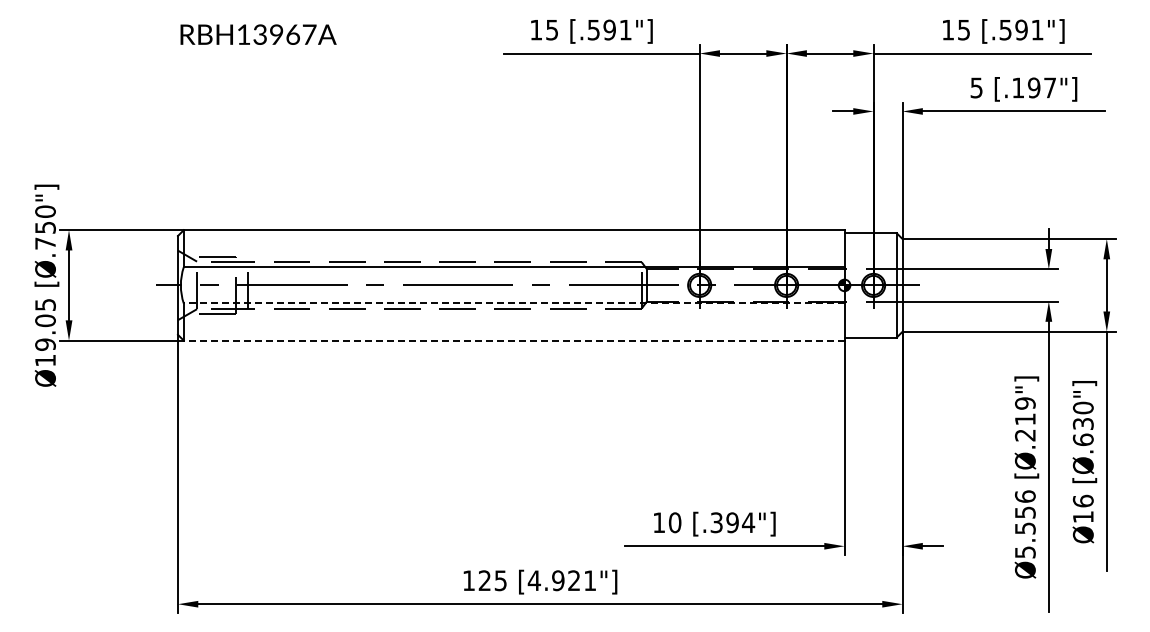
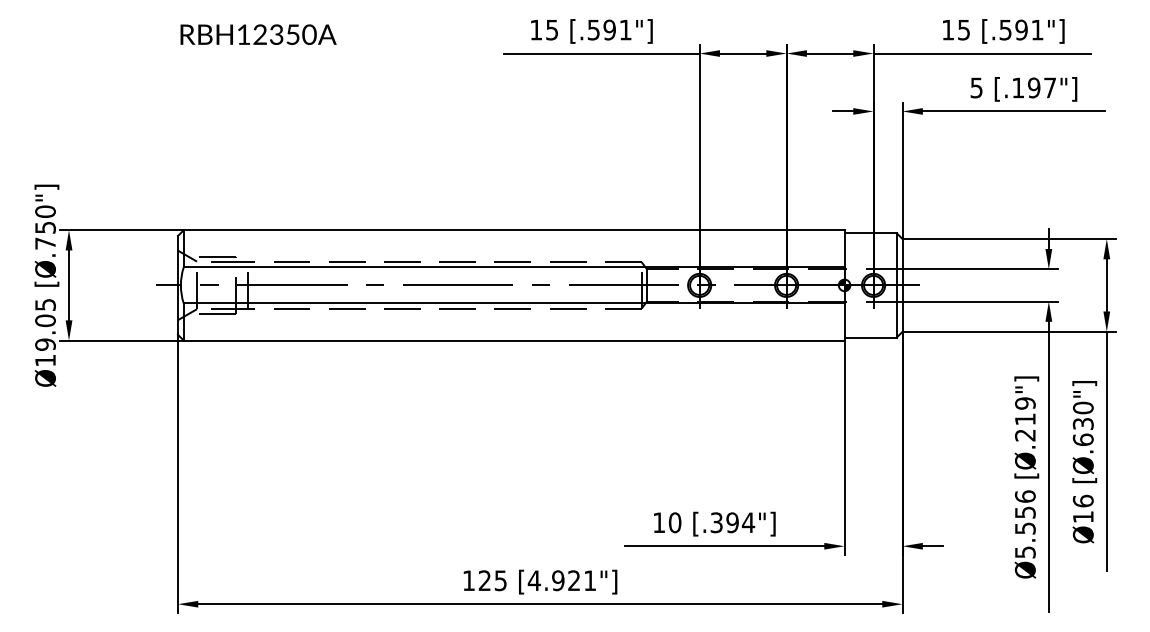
text at (284, 34): RBH13967A -> RBH12350A
line at (513, 303): dashed -> solid
line at (513, 340): dashed -> solid
